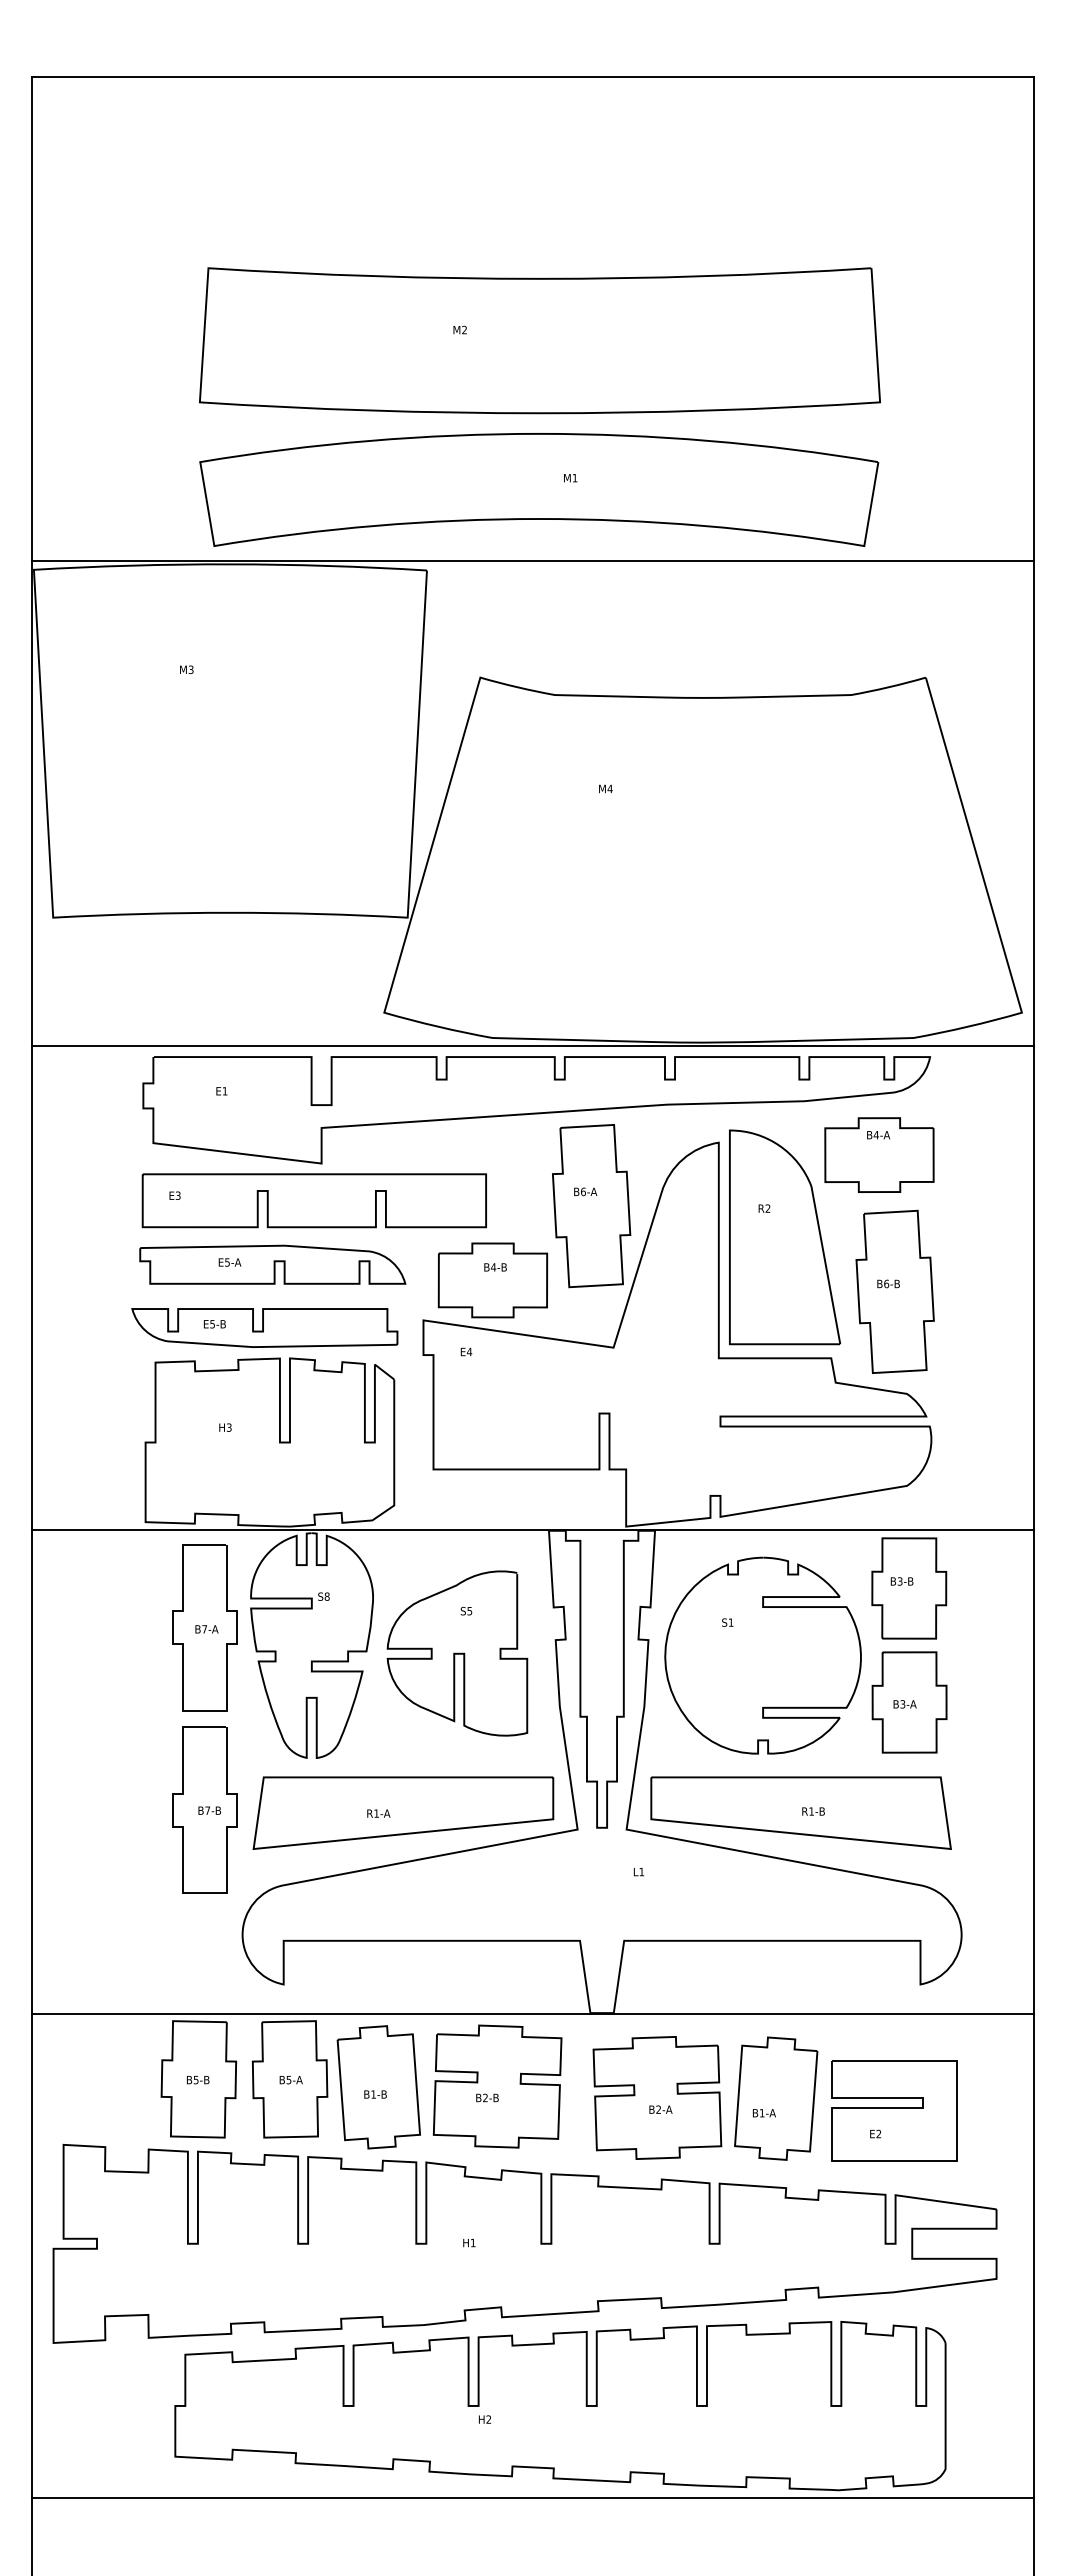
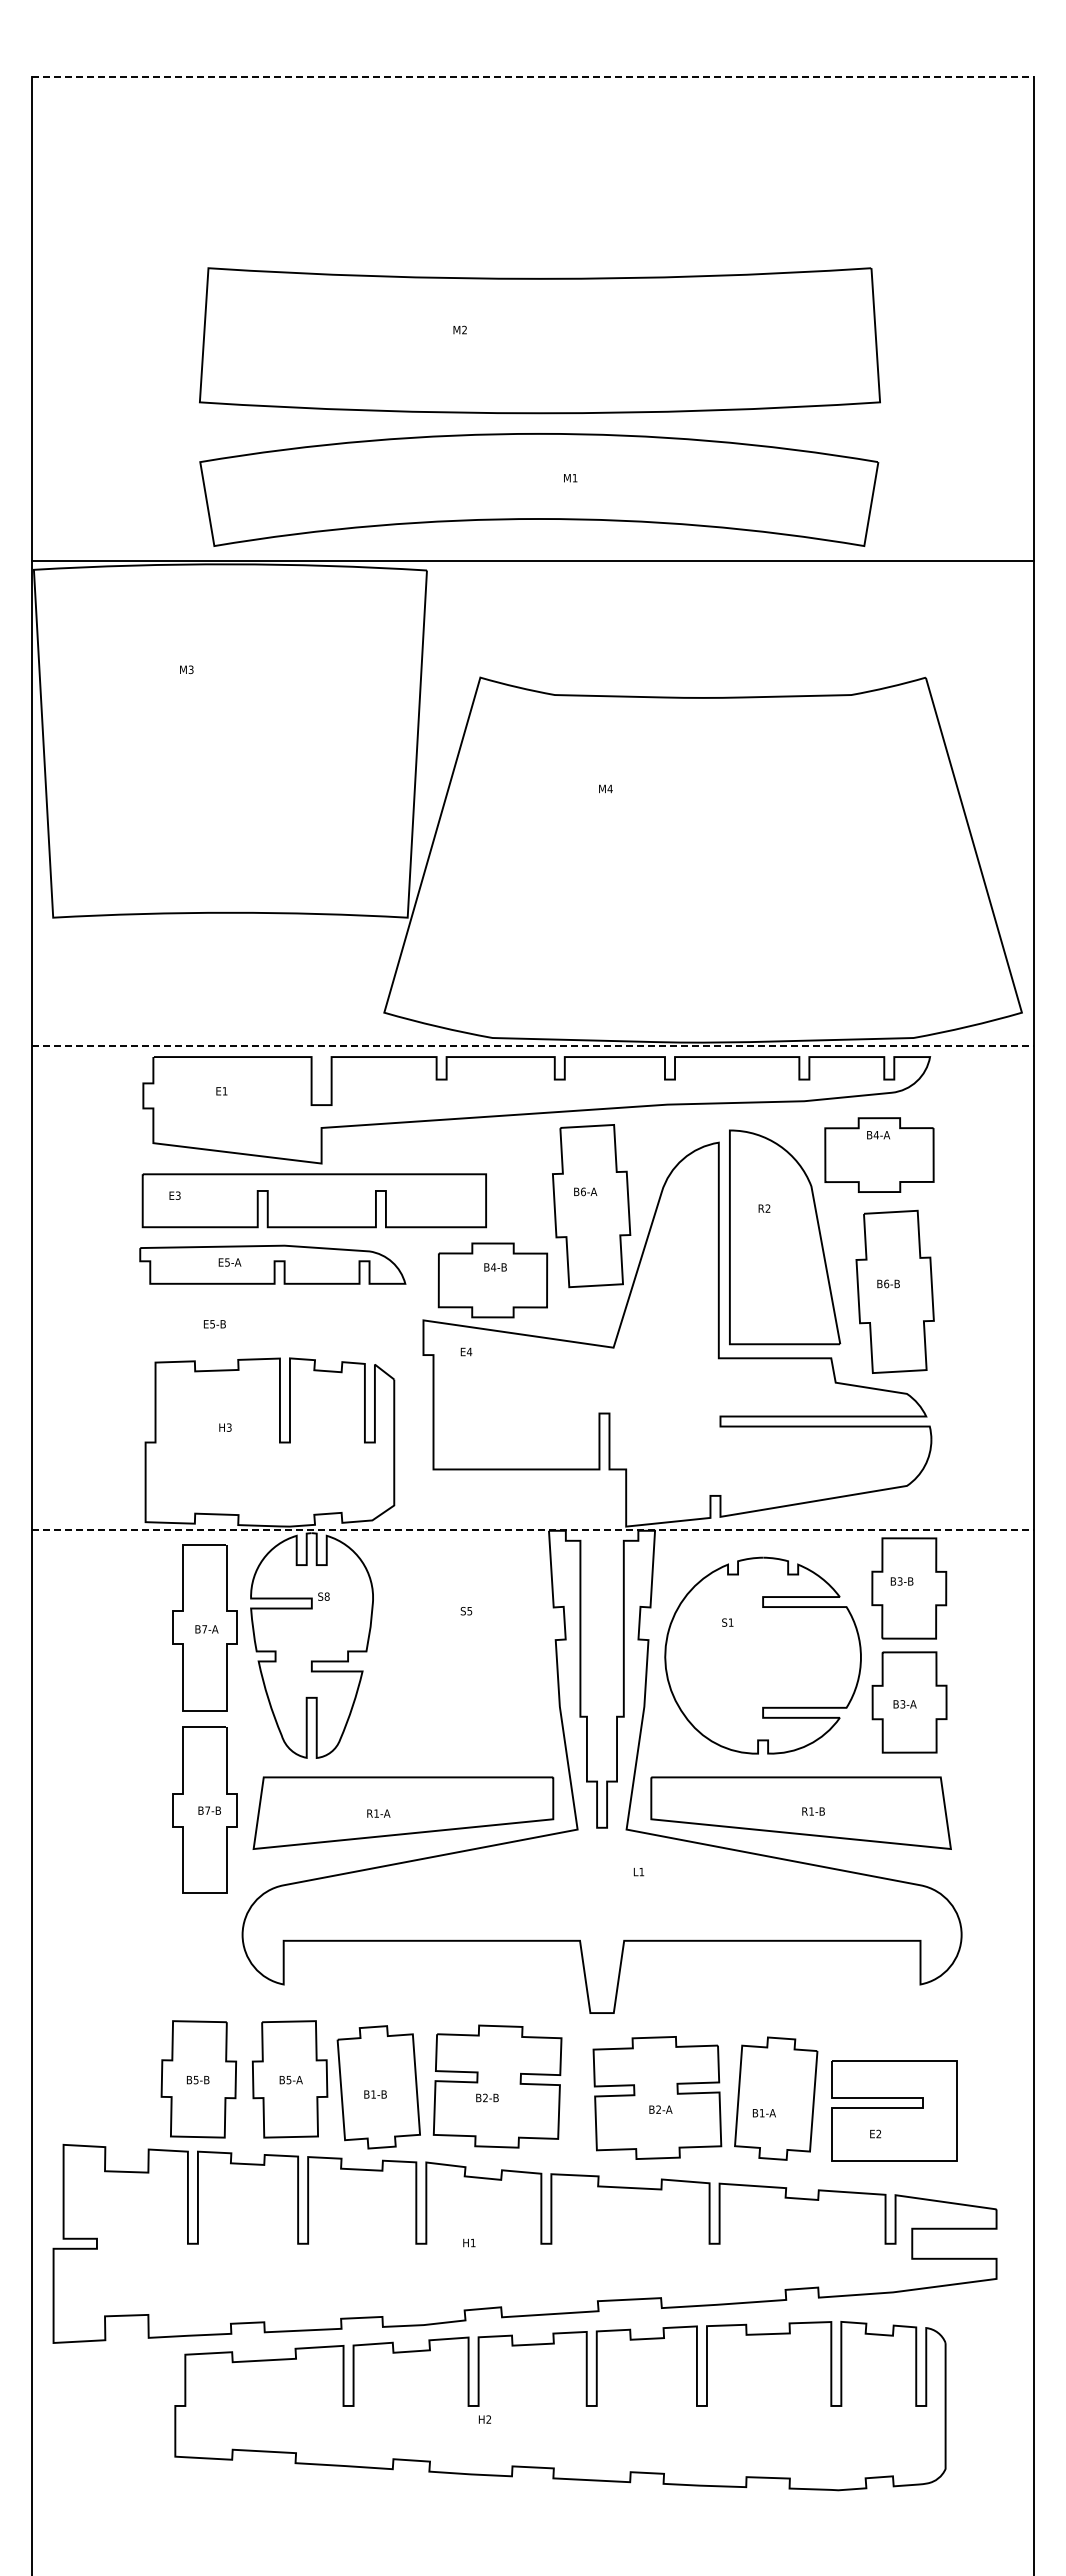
line at (532, 77): solid -> dashed
line at (532, 1045): solid -> dashed
curve at (263, 1327): present -> none
line at (532, 1529): solid -> dashed
curve at (457, 1653): present -> none
line at (532, 2013): present -> none
line at (532, 2498): present -> none
